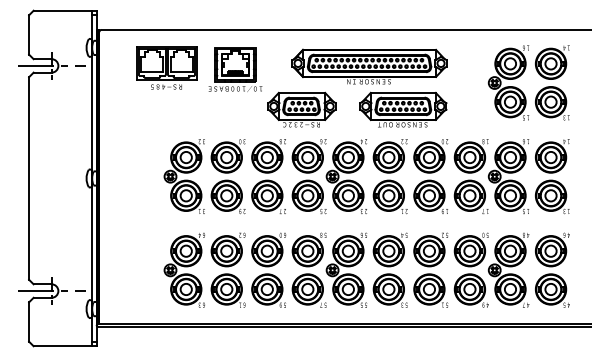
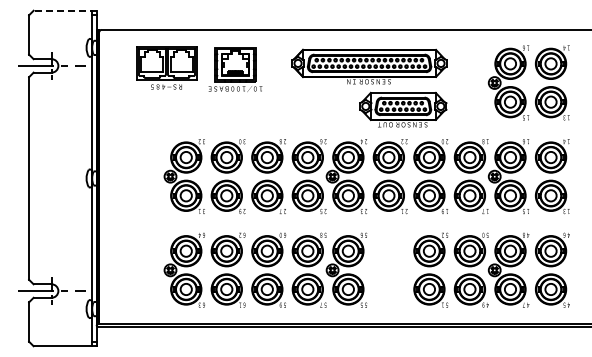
line at (65, 10): solid -> dashed
part at (301, 109): present -> none
part at (389, 269): present -> none
